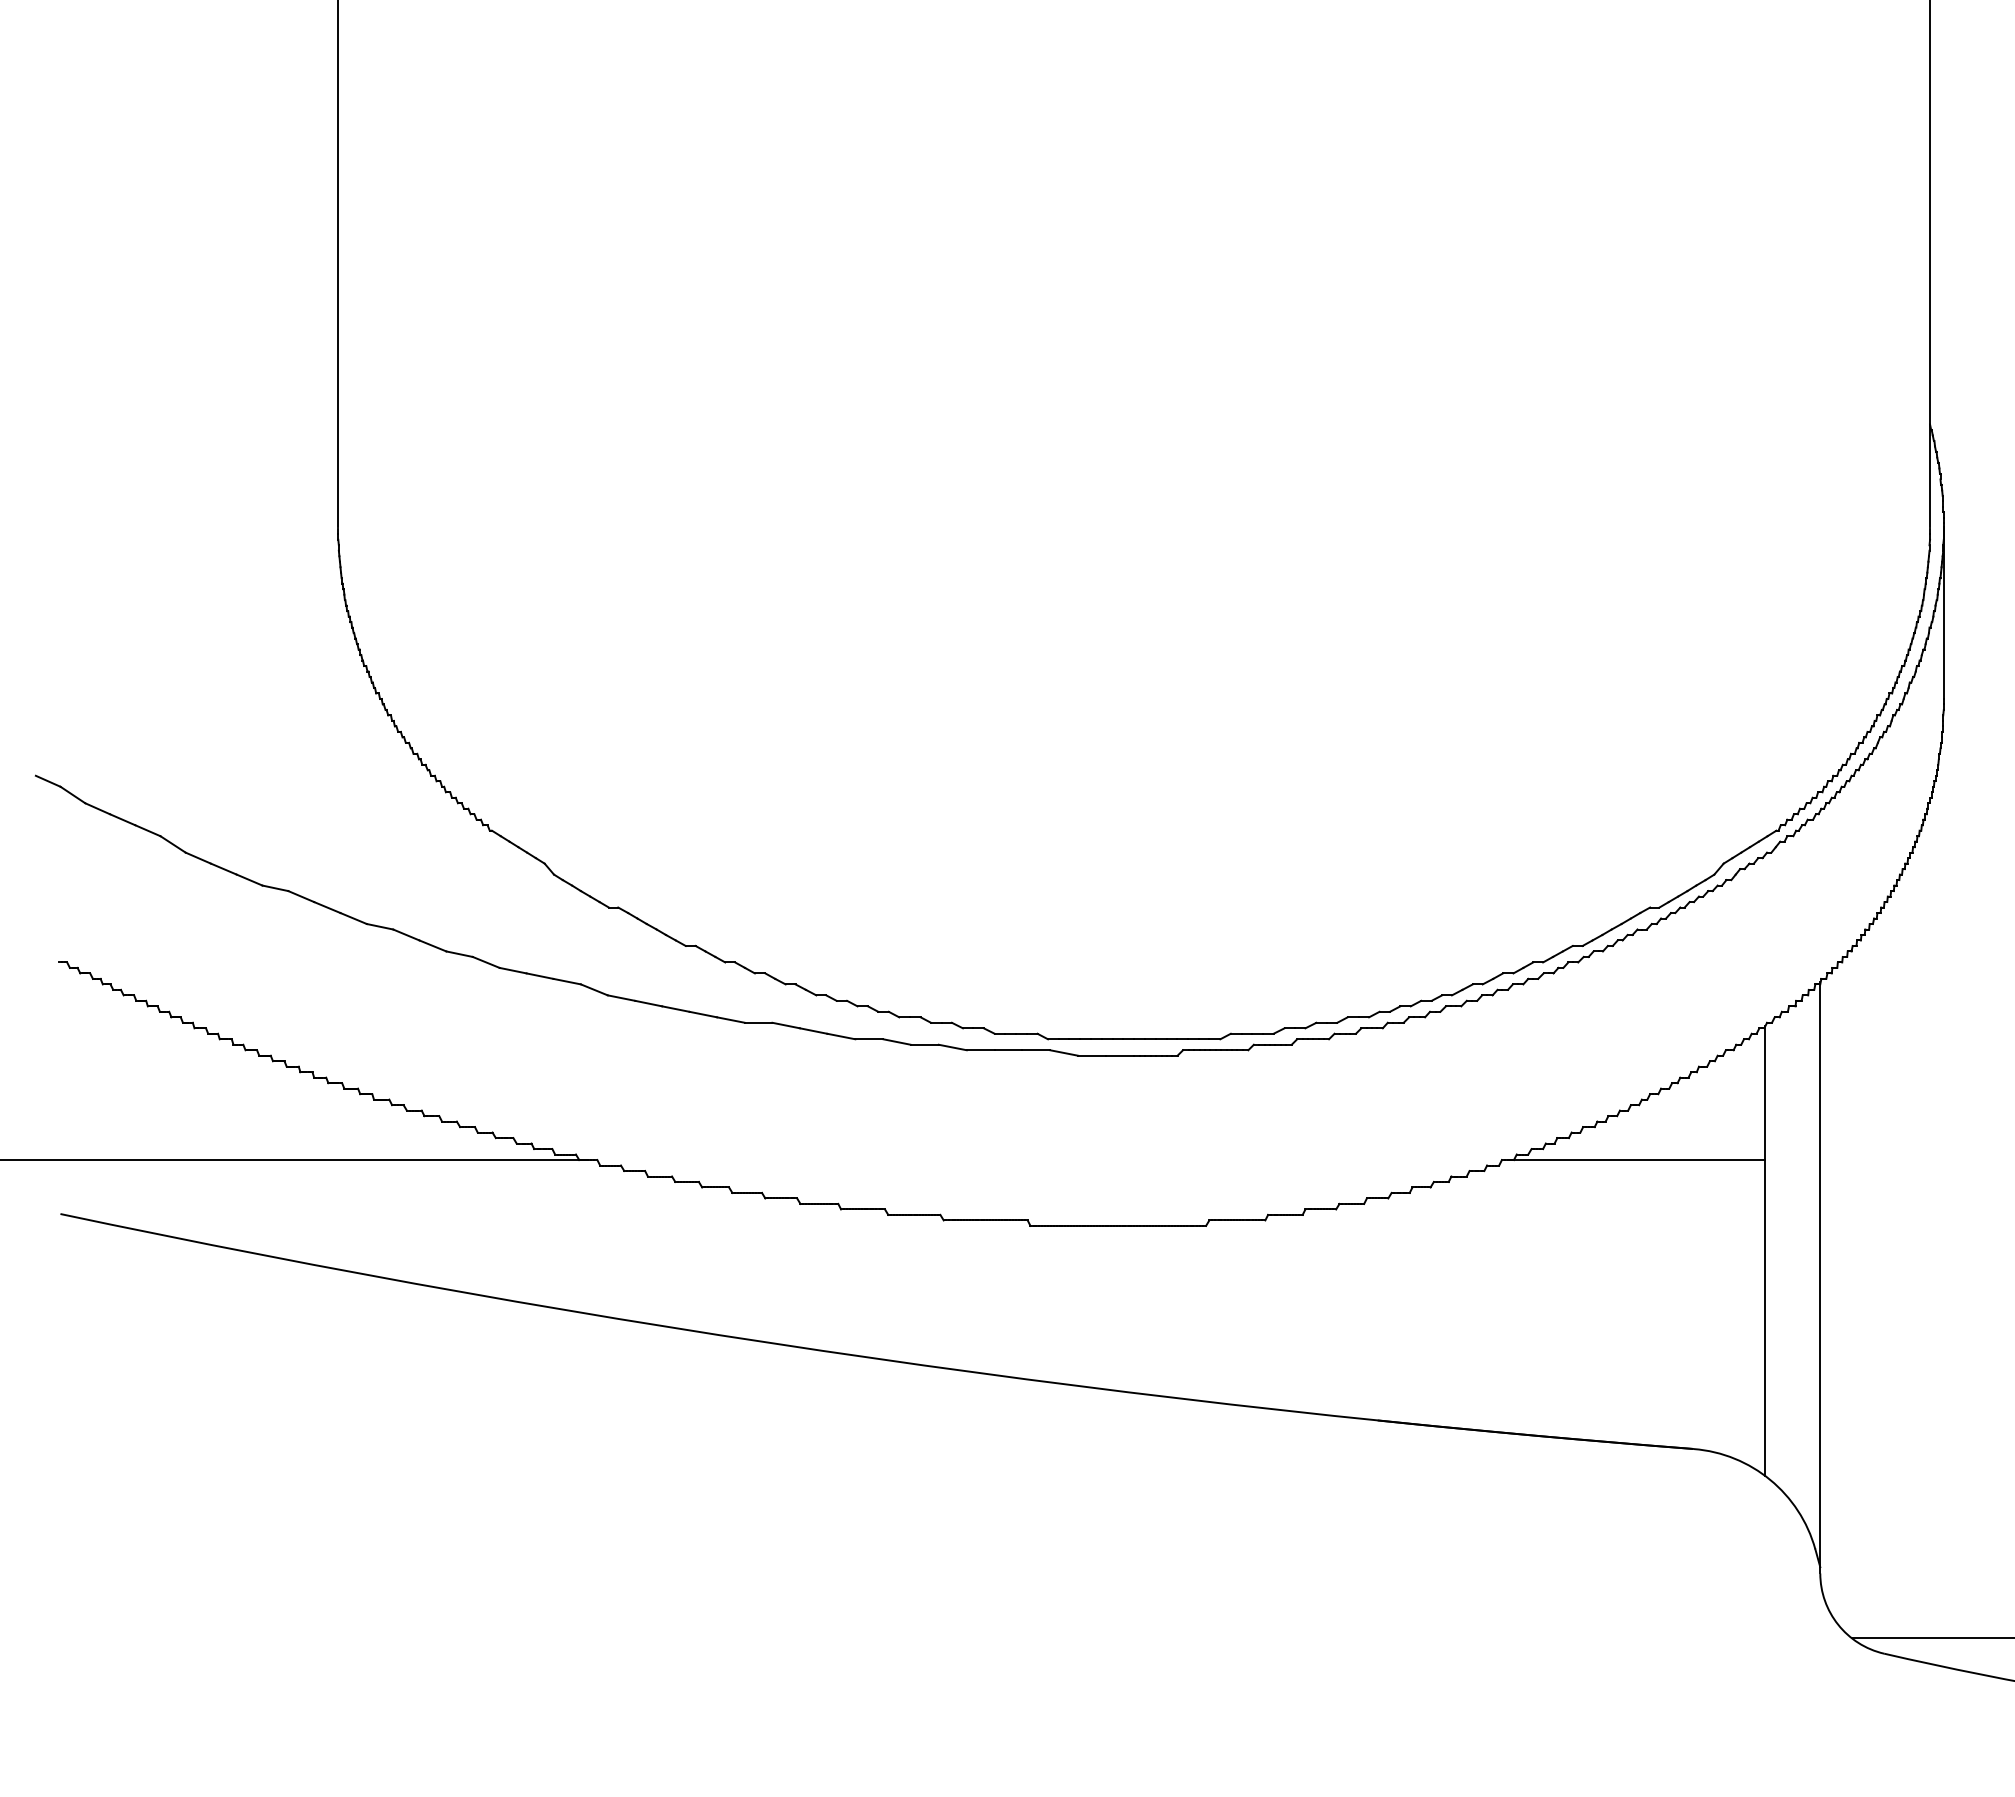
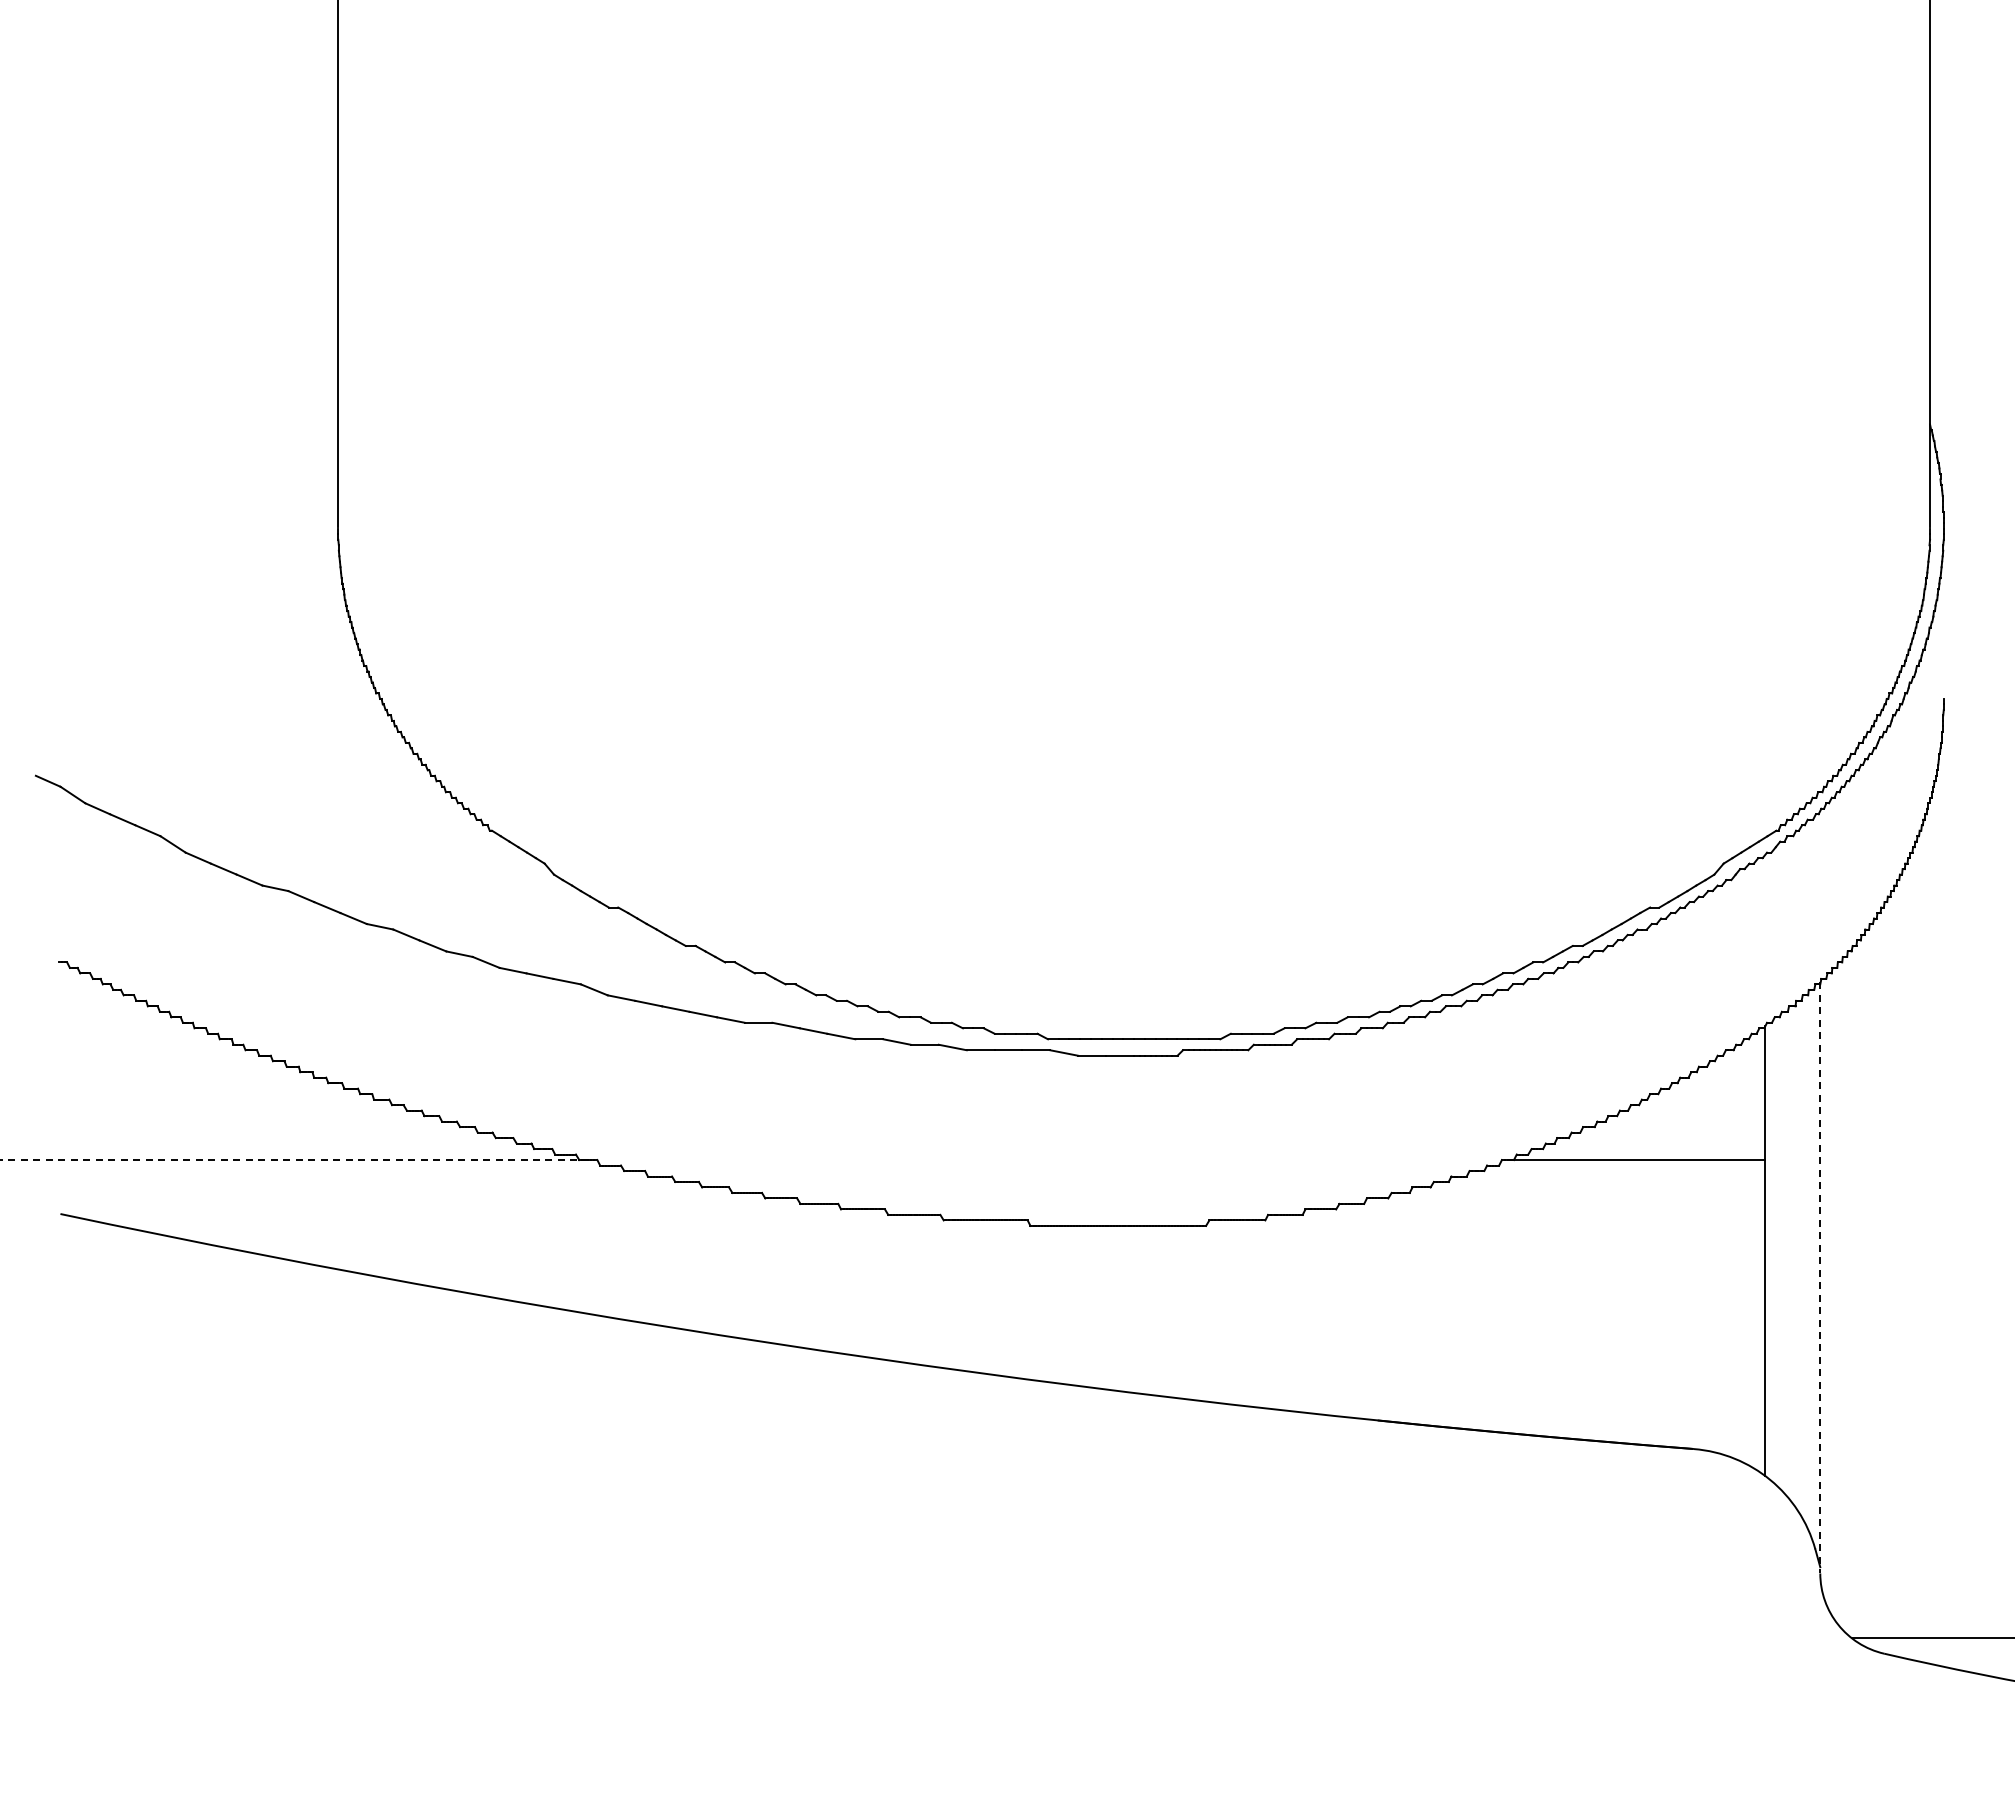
line at (1943, 612): present -> none
line at (294, 1160): solid -> dashed
line at (1820, 1277): solid -> dashed
